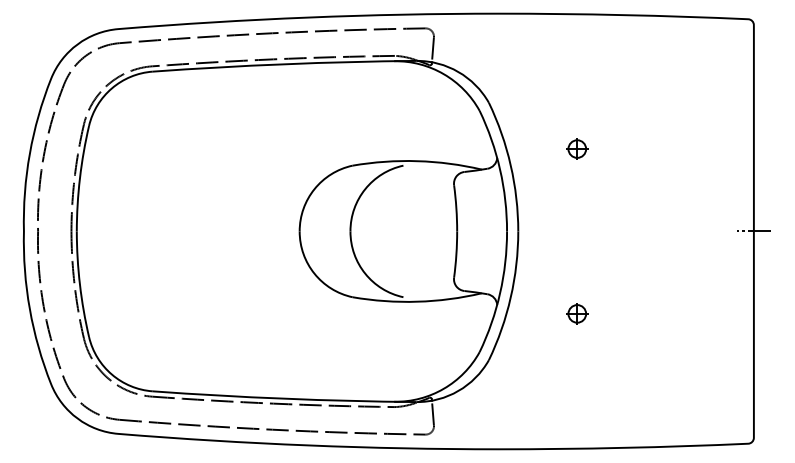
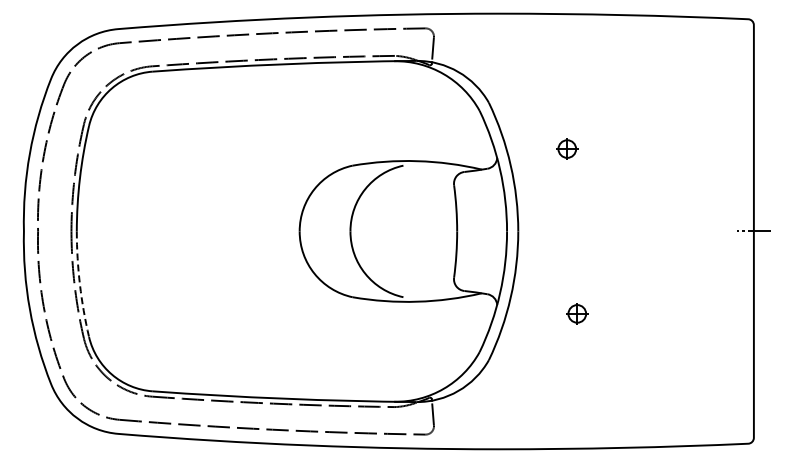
part at (577, 148) position: (577, 148) -> (567, 148)
arc at (79, 284): solid -> dashed
